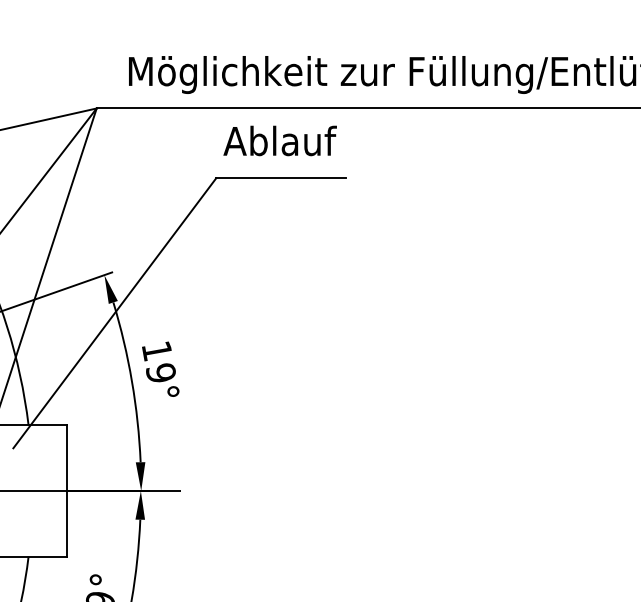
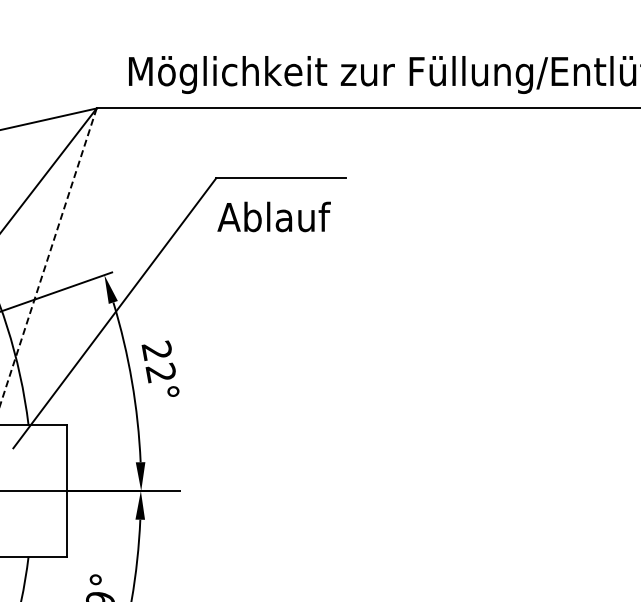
text at (279, 140) position: (279, 140) -> (273, 216)
line at (48, 257): solid -> dashed
text at (158, 361): 19° -> 22°
